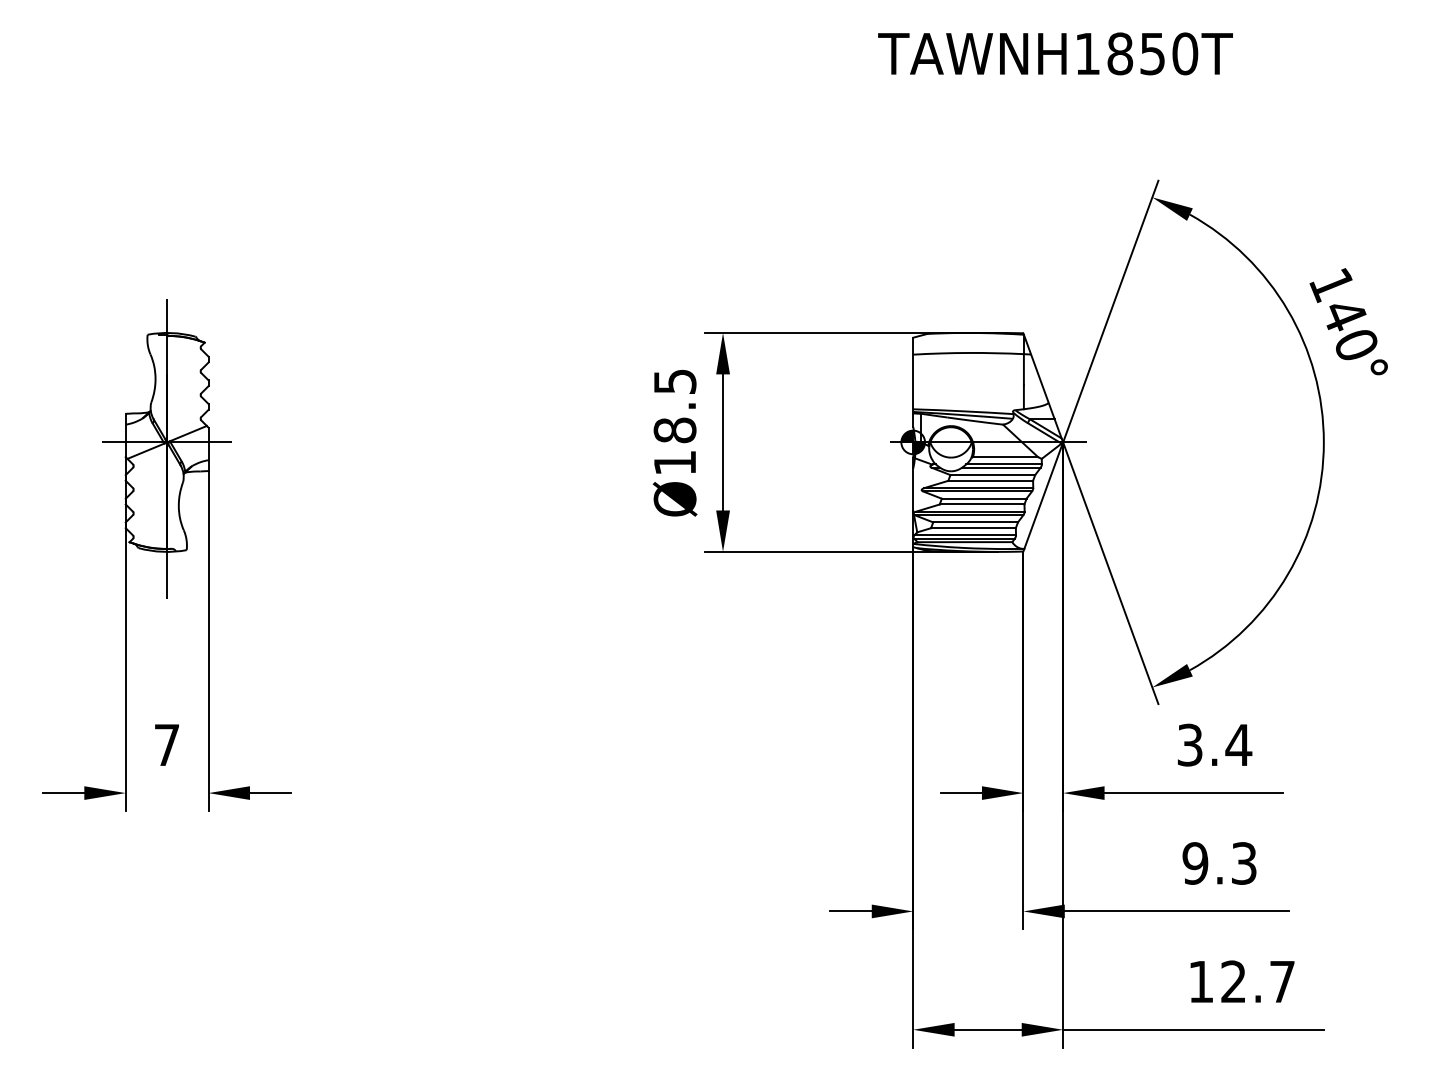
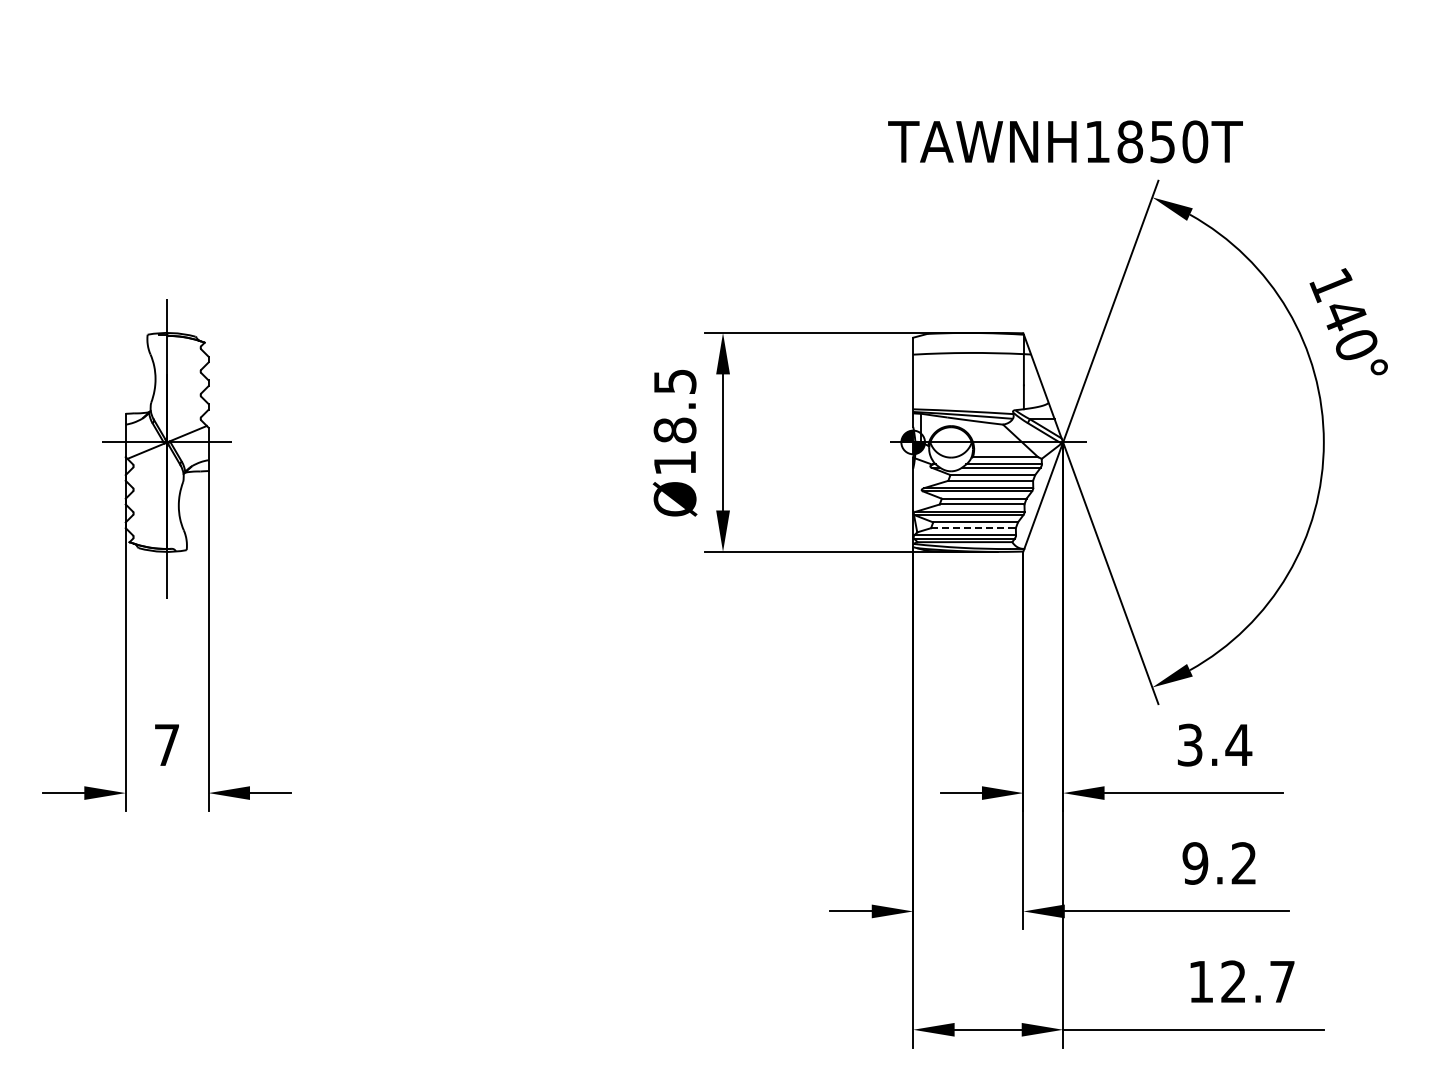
text at (1055, 53) position: (1055, 53) -> (1065, 141)
line at (973, 528): solid -> dashed
text at (1243, 863): 9.3 -> 9.2
